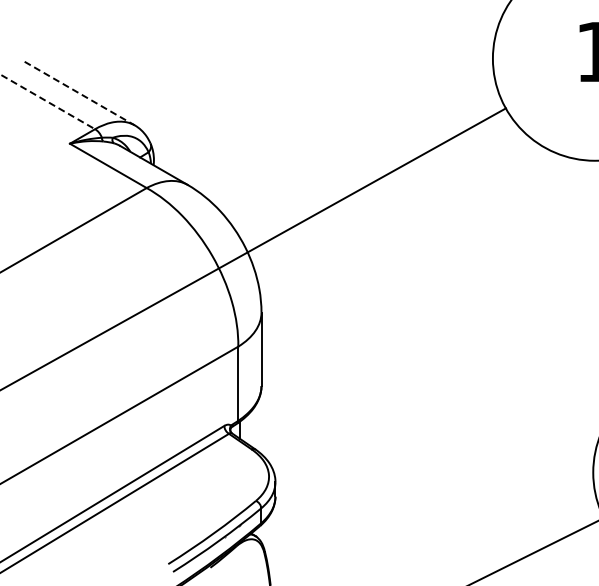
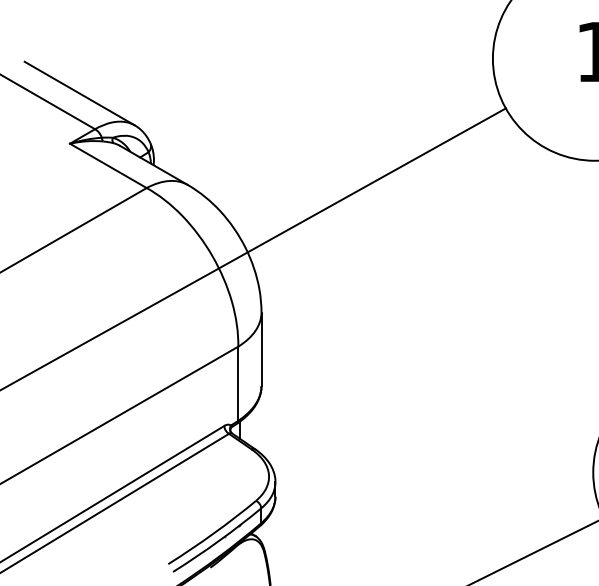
line at (79, 93): dashed -> solid
line at (47, 101): dashed -> solid
